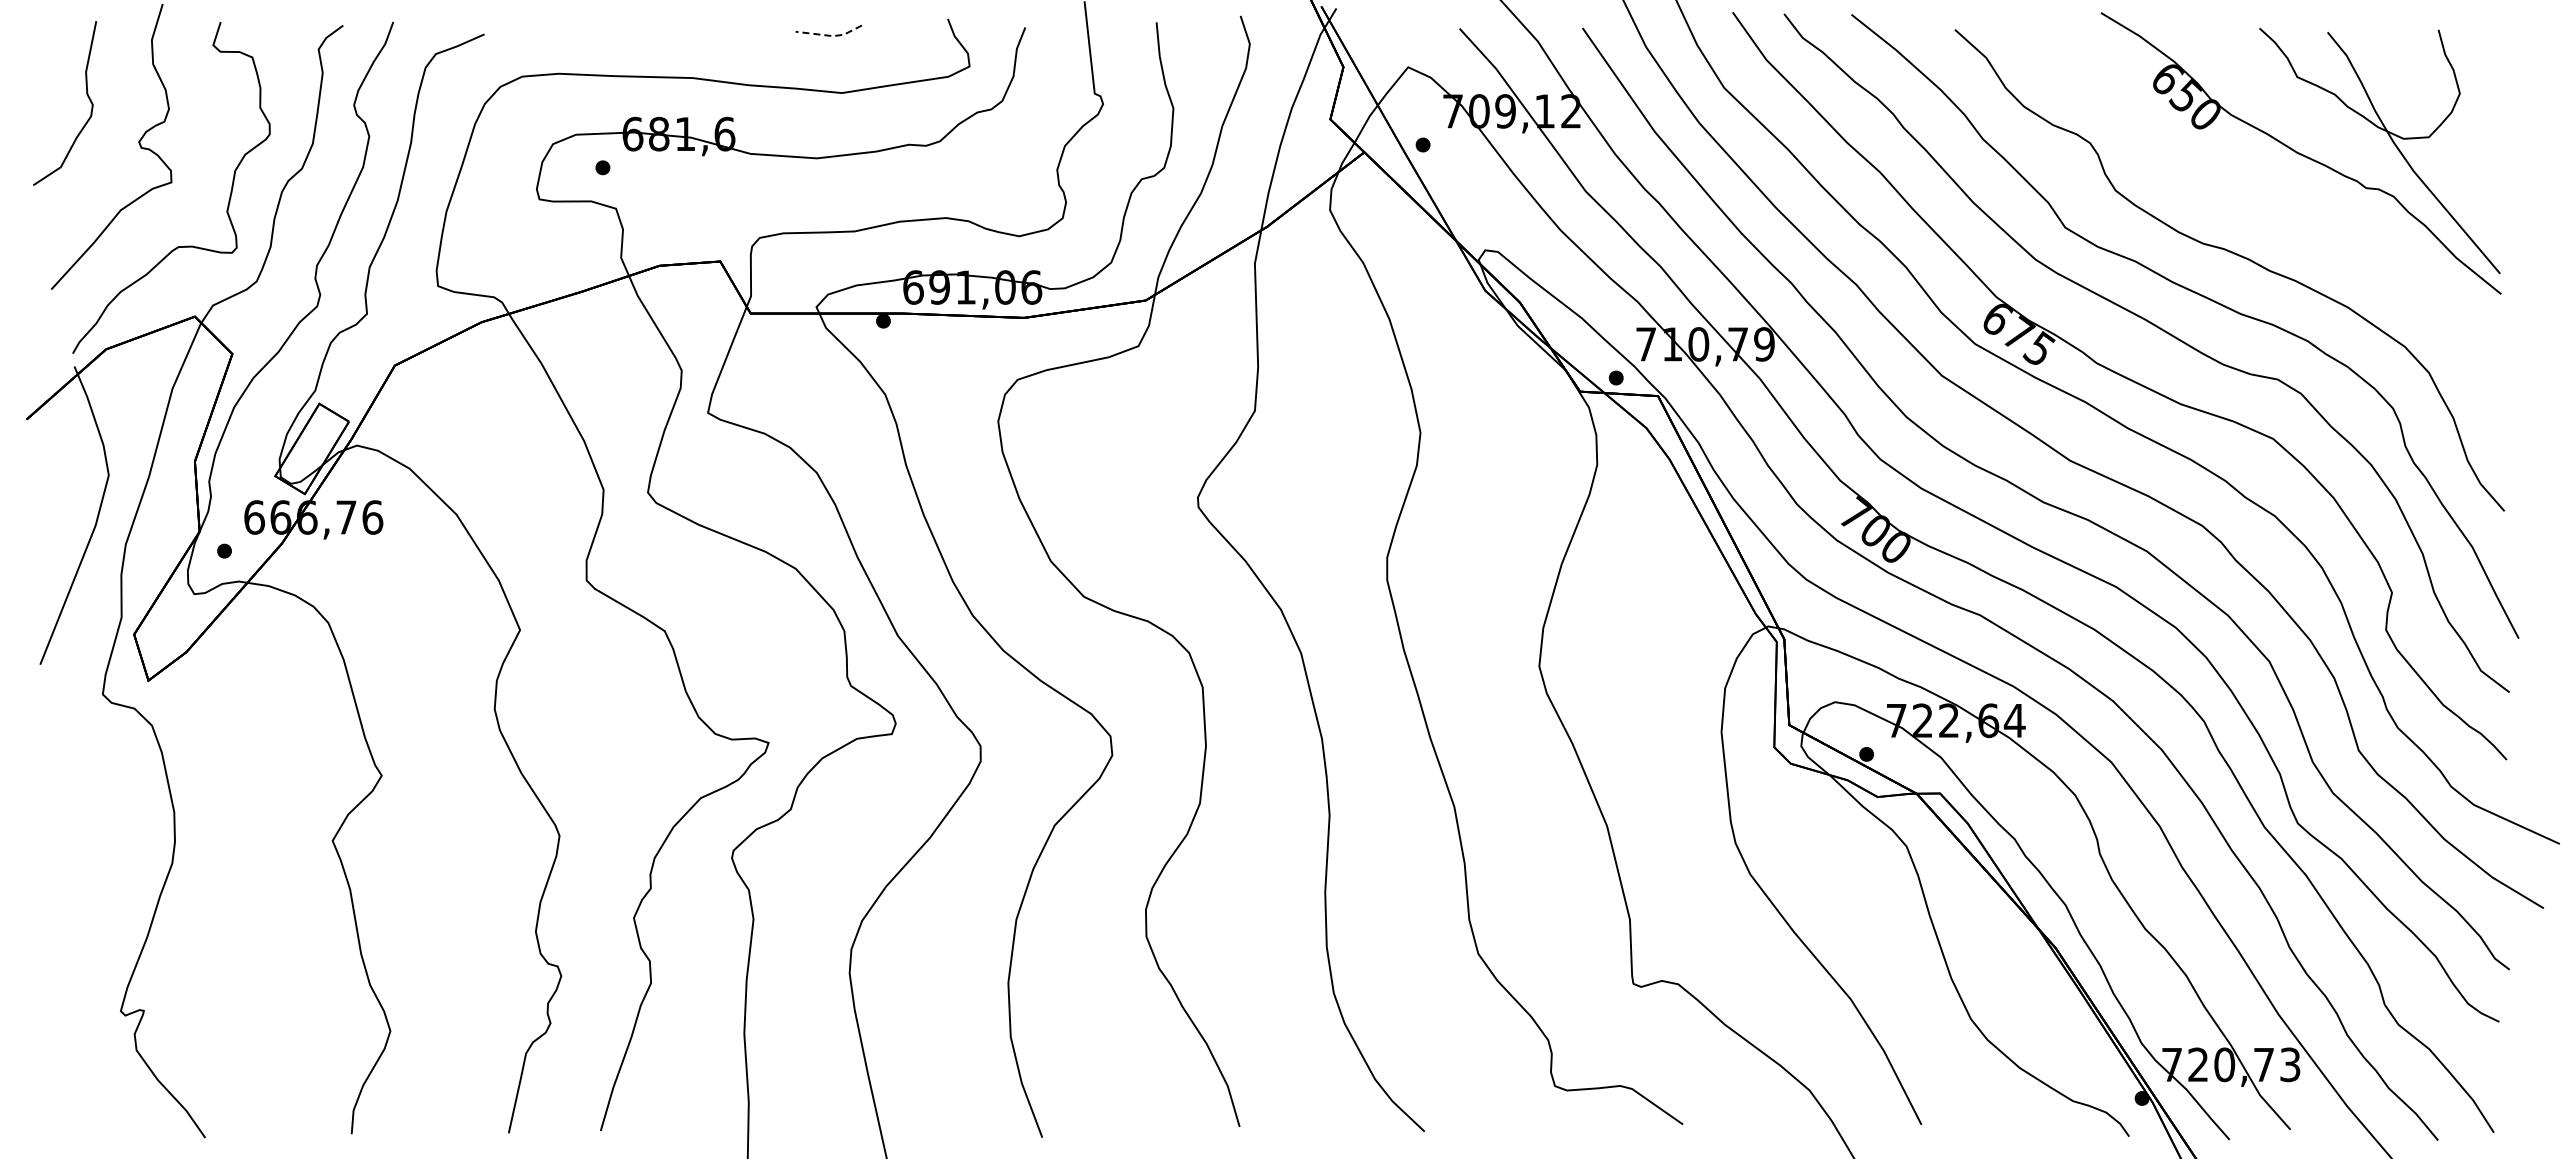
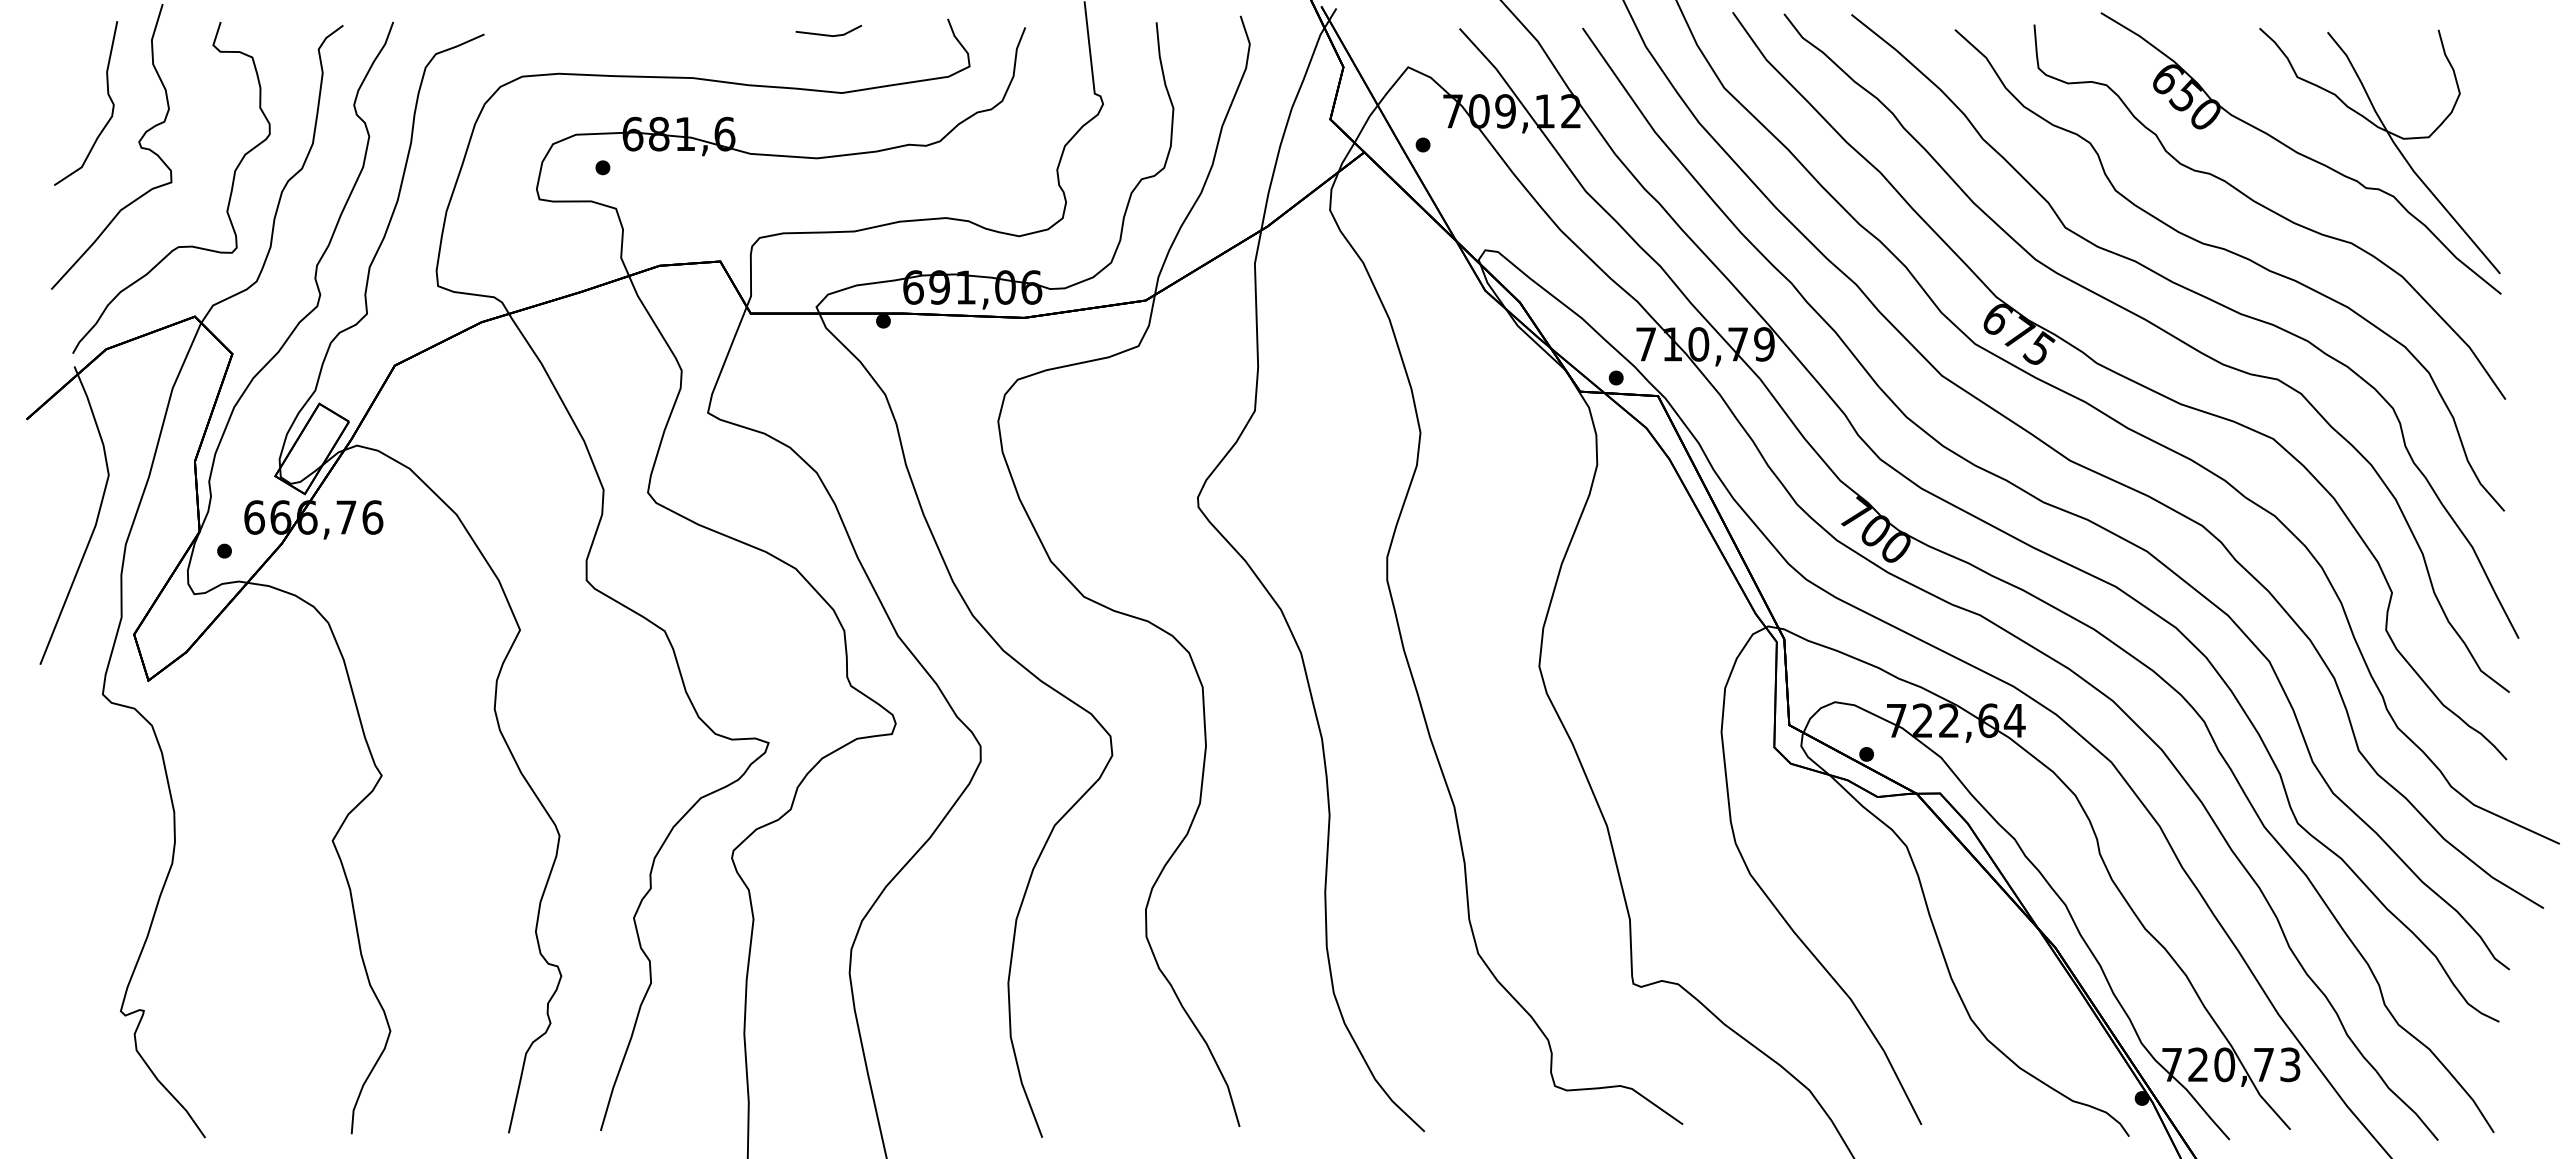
line at (831, 35): dashed -> solid
curve at (86, 94) position: (86, 94) -> (107, 94)
curve at (2269, 210): none -> present
